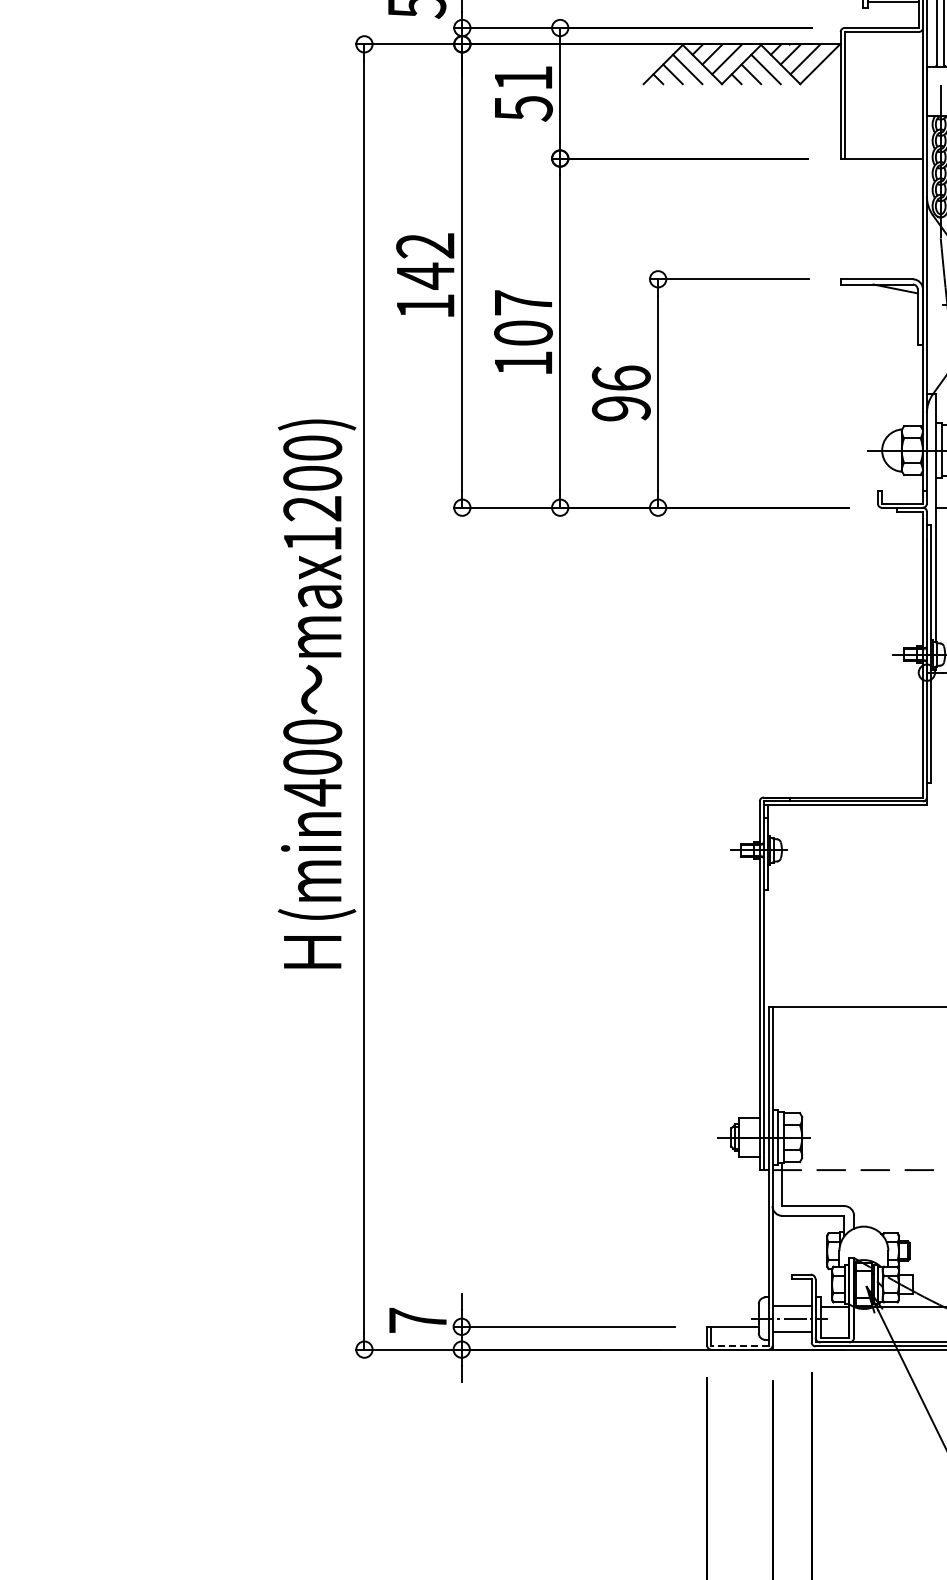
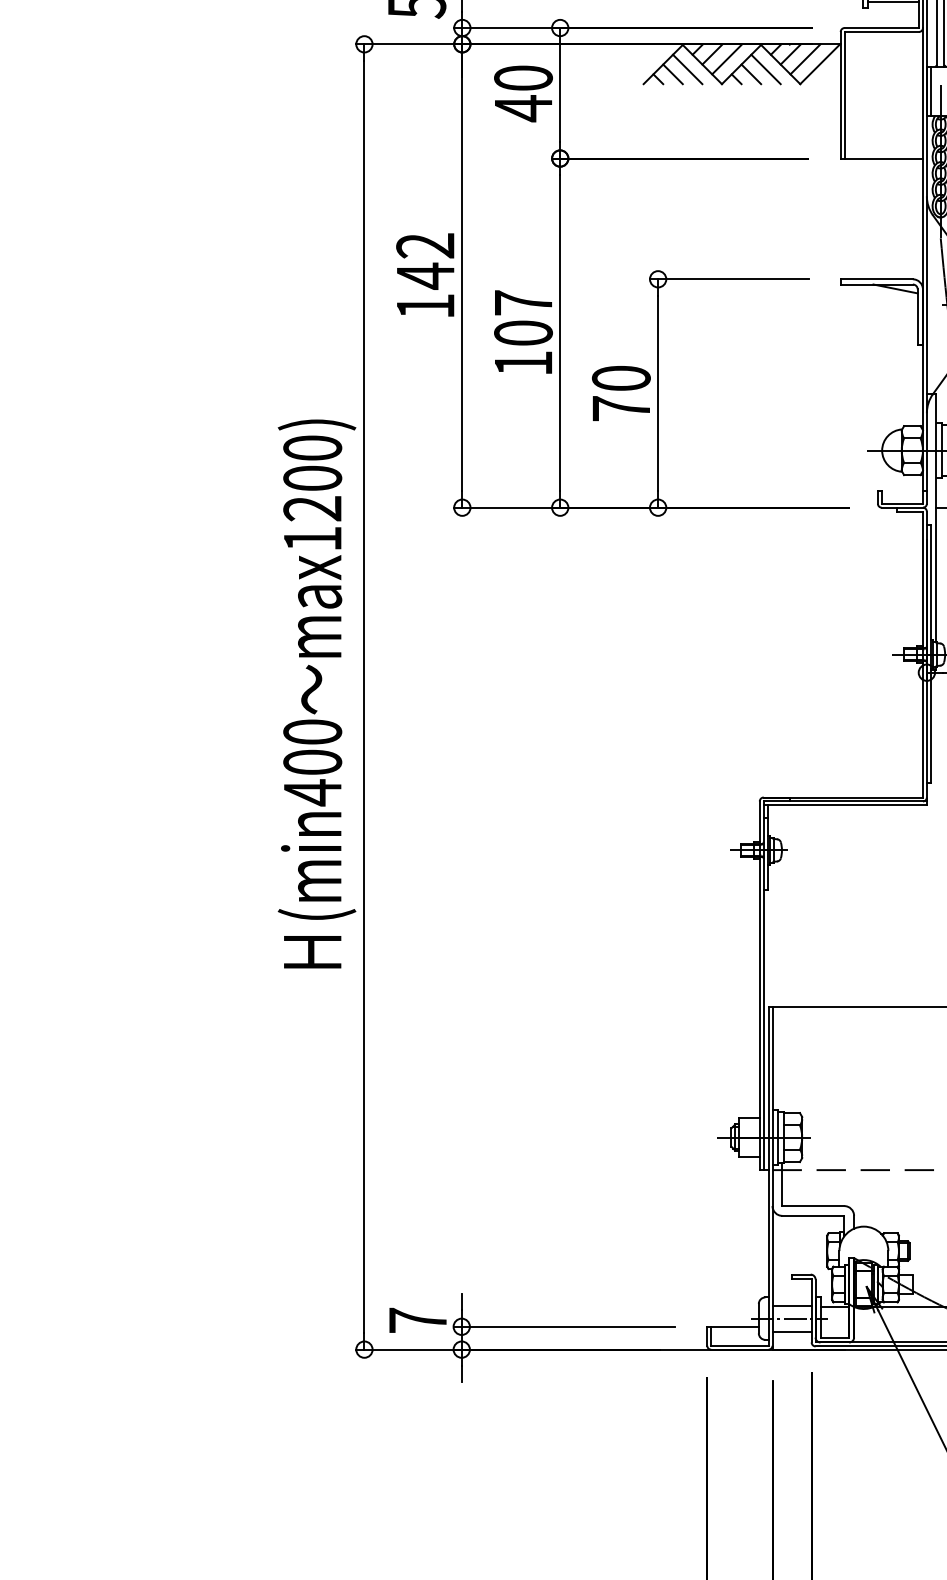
line at (930, 91): none -> present
text at (523, 93): 51 -> 40
text at (620, 393): 96 -> 70
line at (739, 1345): dashed -> solid
